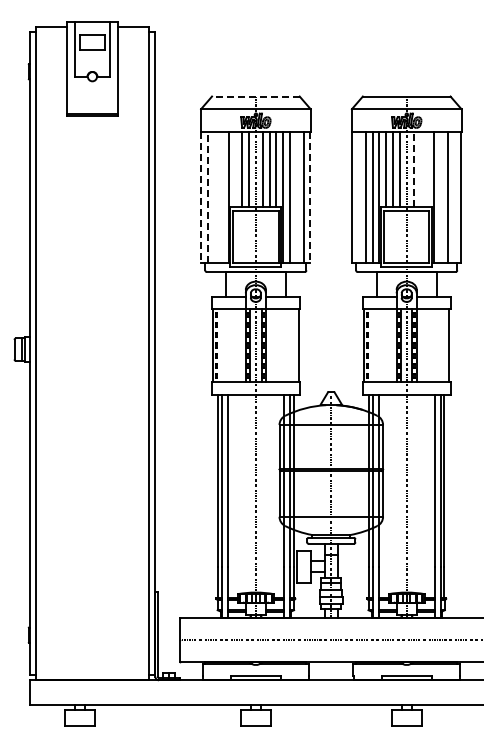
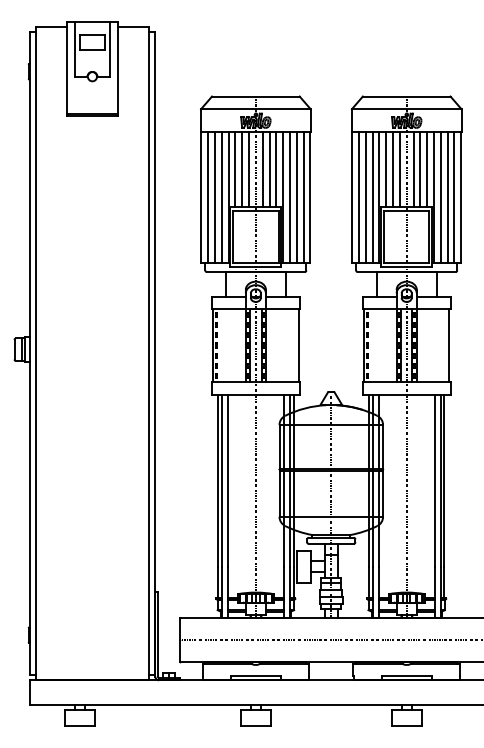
line at (255, 96): dashed -> solid
line at (235, 169): none -> present
line at (413, 169): dashed -> solid
line at (420, 169): none -> present
line at (427, 169): none -> present
line at (201, 197): dashed -> solid
line at (208, 197): dashed -> solid
line at (214, 197): none -> present
line at (221, 197): none -> present
line at (296, 197): none -> present
line at (310, 197): dashed -> solid
line at (359, 197): none -> present
line at (440, 197): none -> present
line at (454, 197): none -> present
